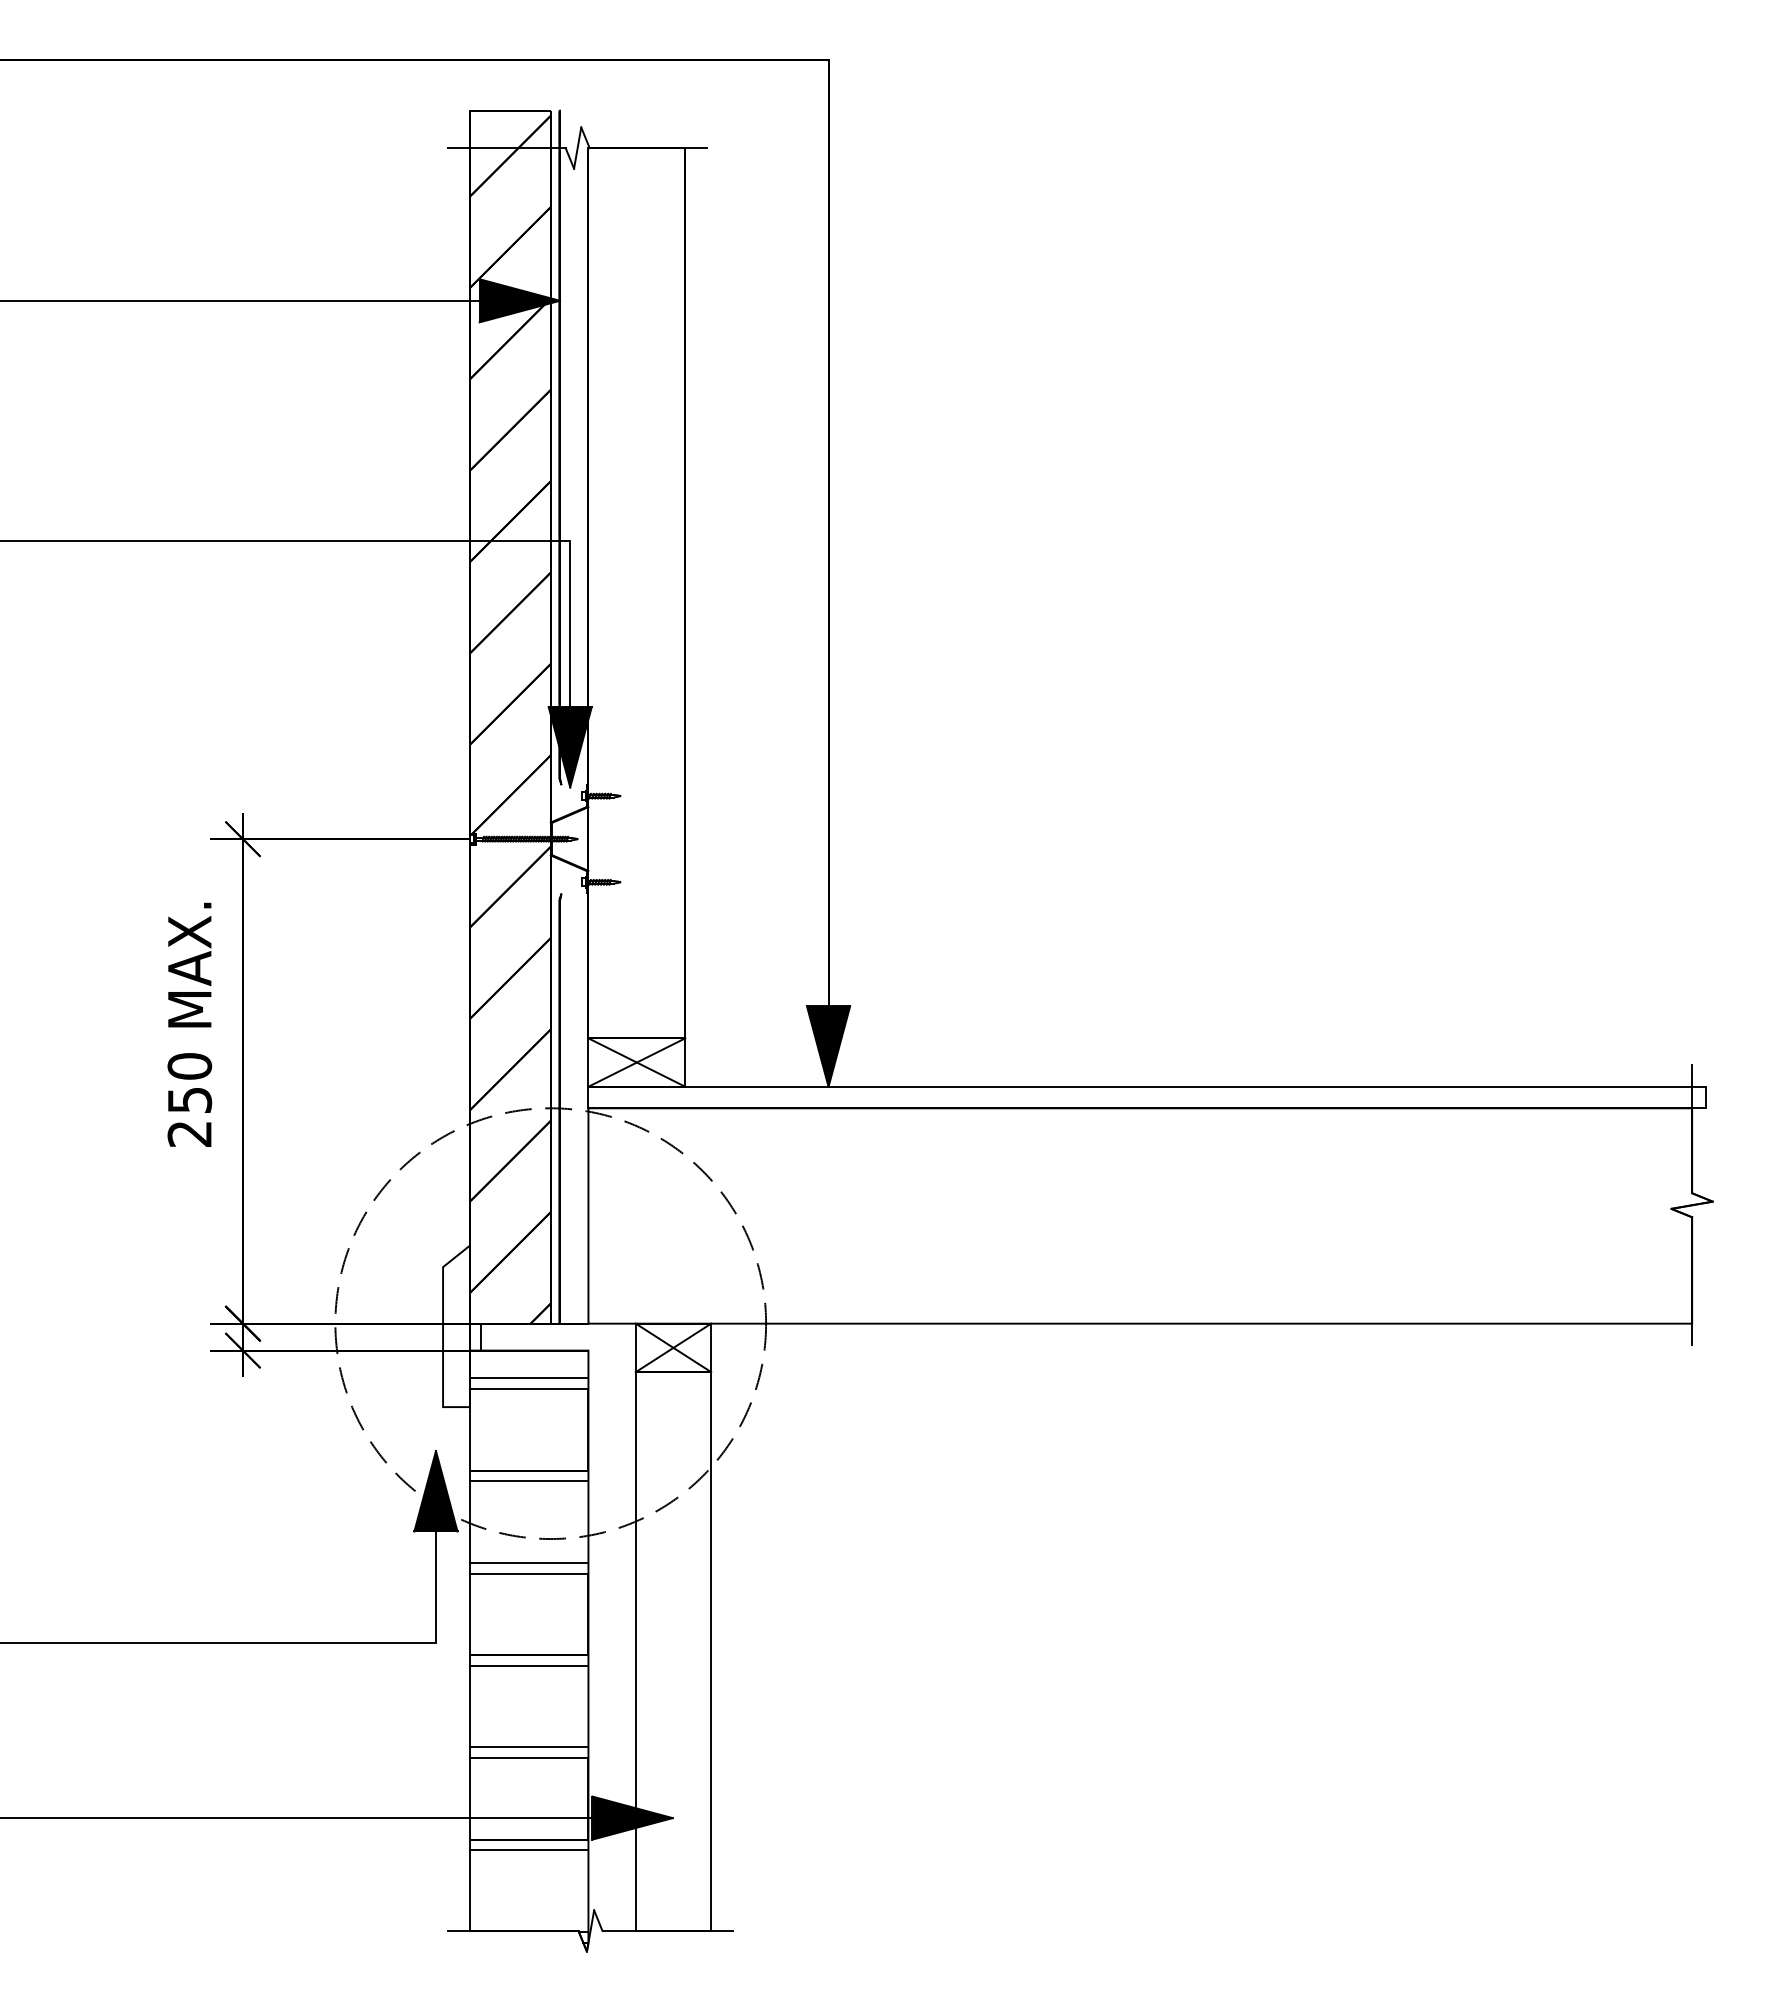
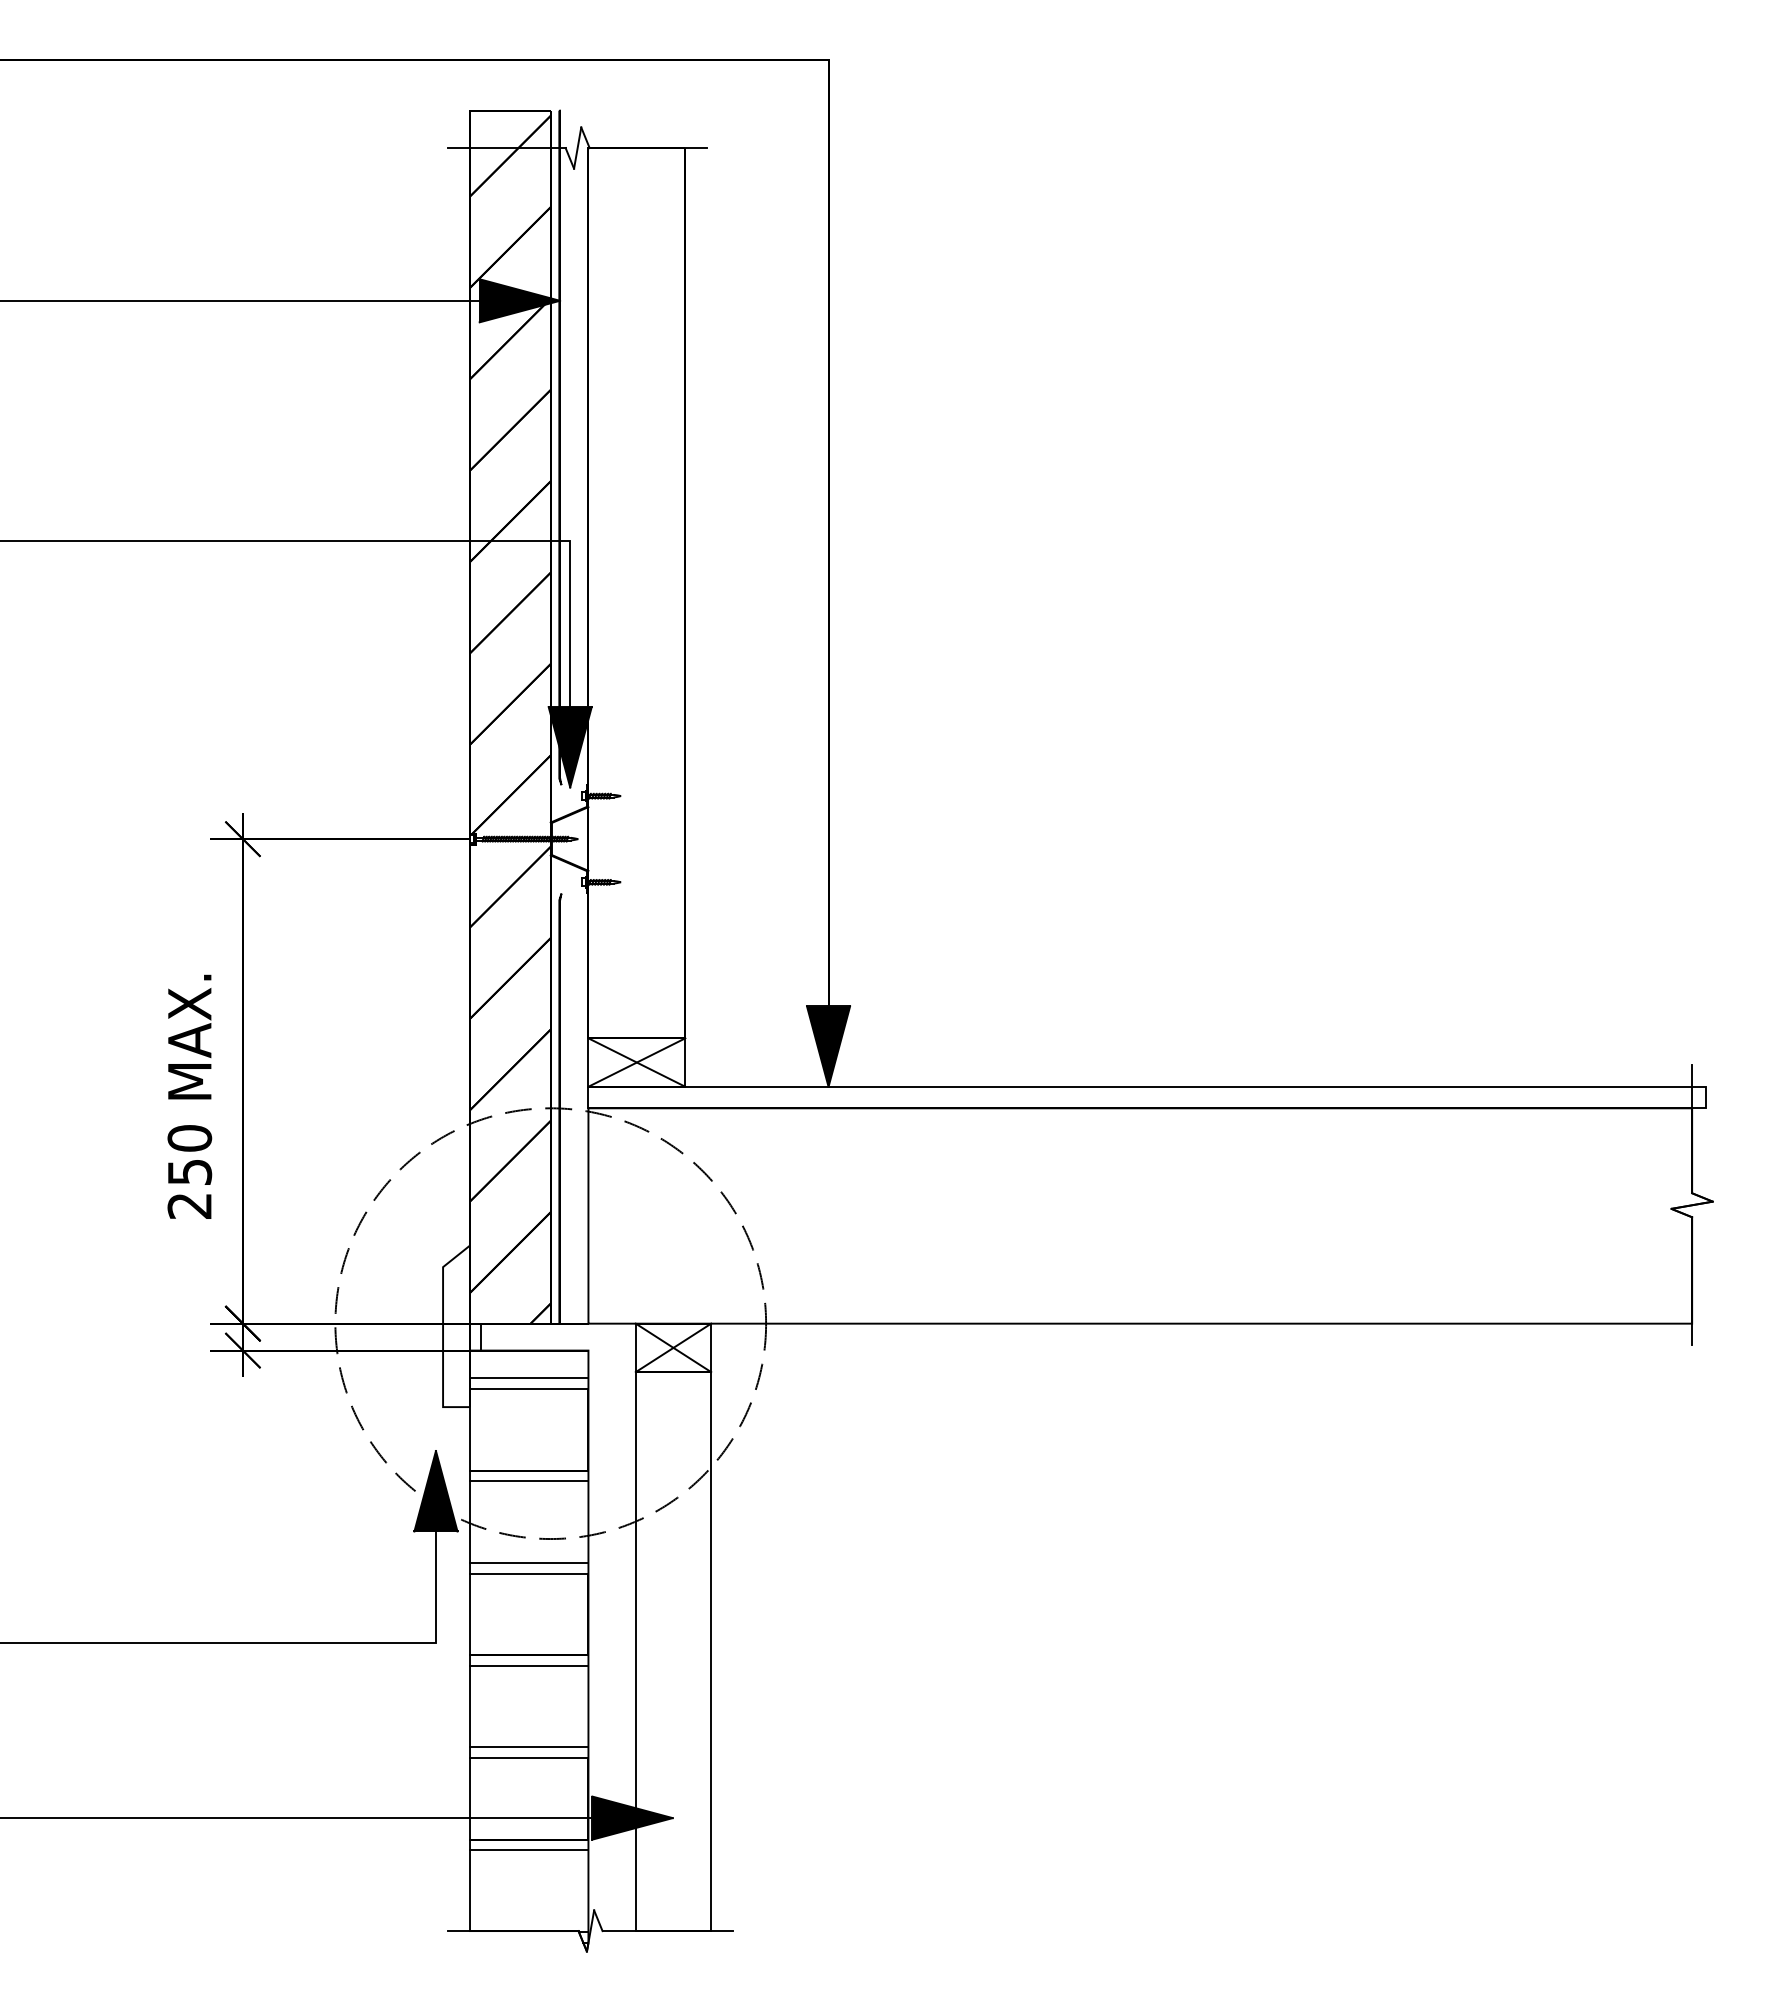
text at (189, 1024) position: (189, 1024) -> (189, 1096)
